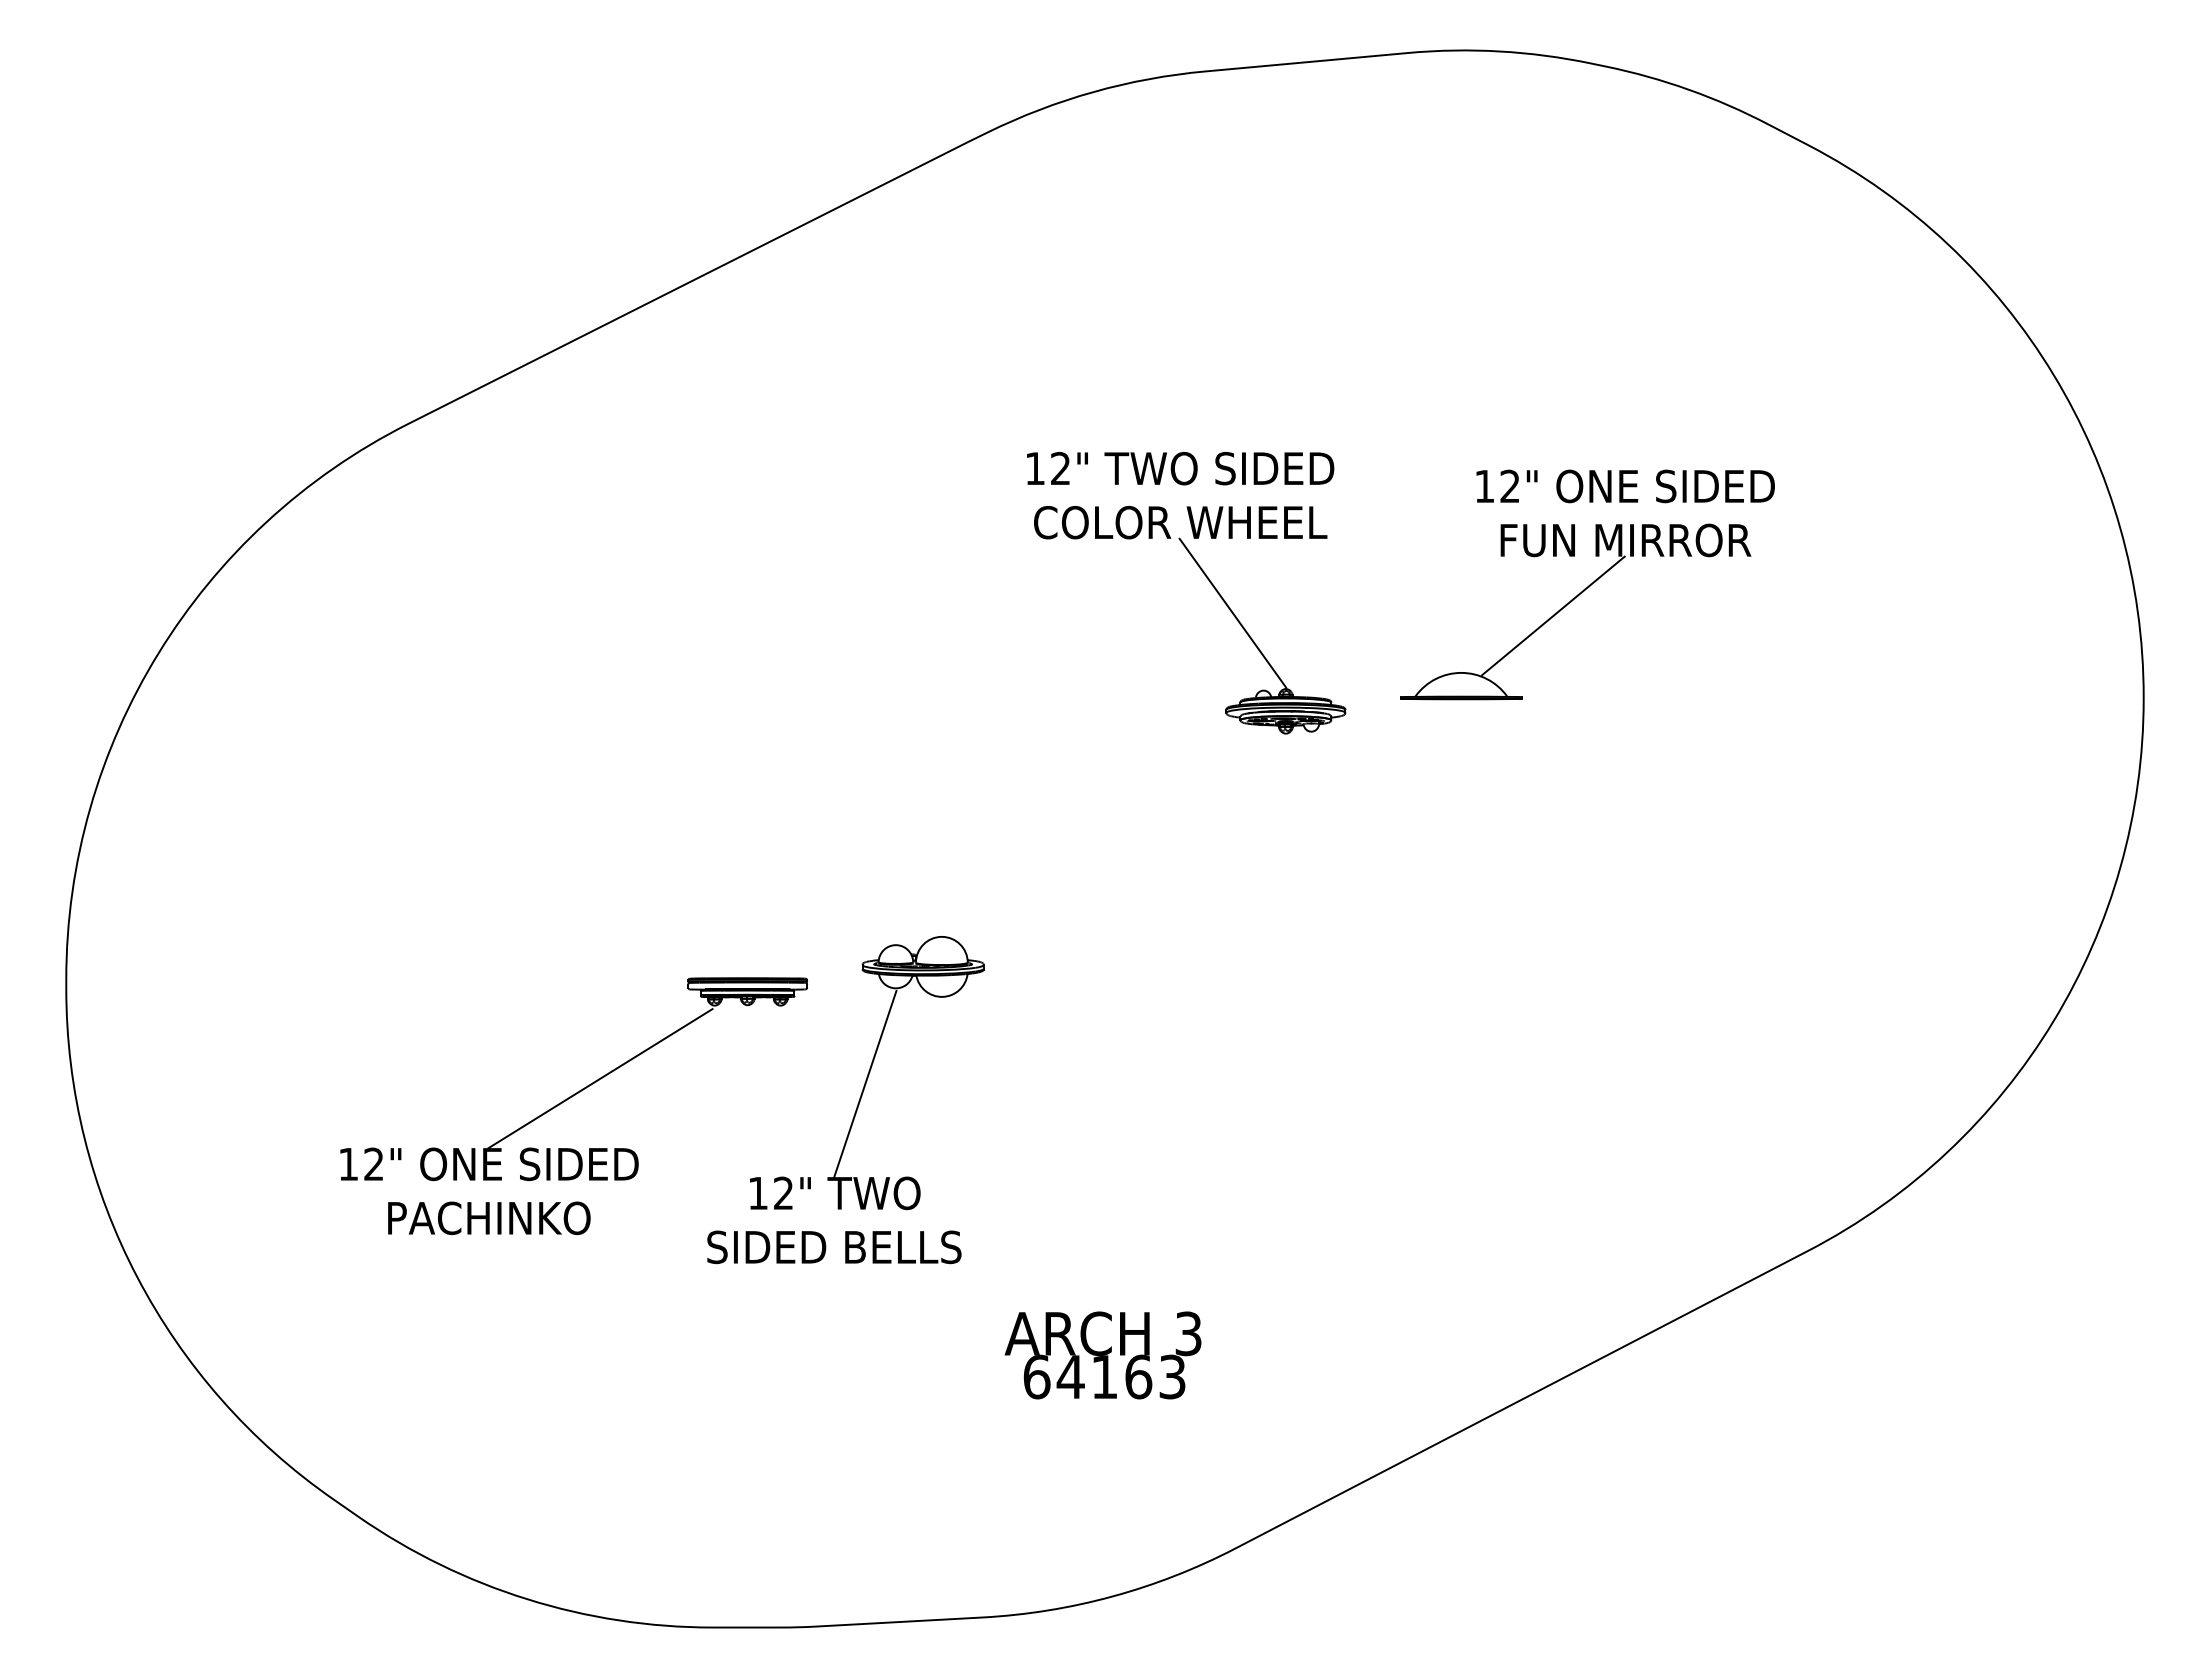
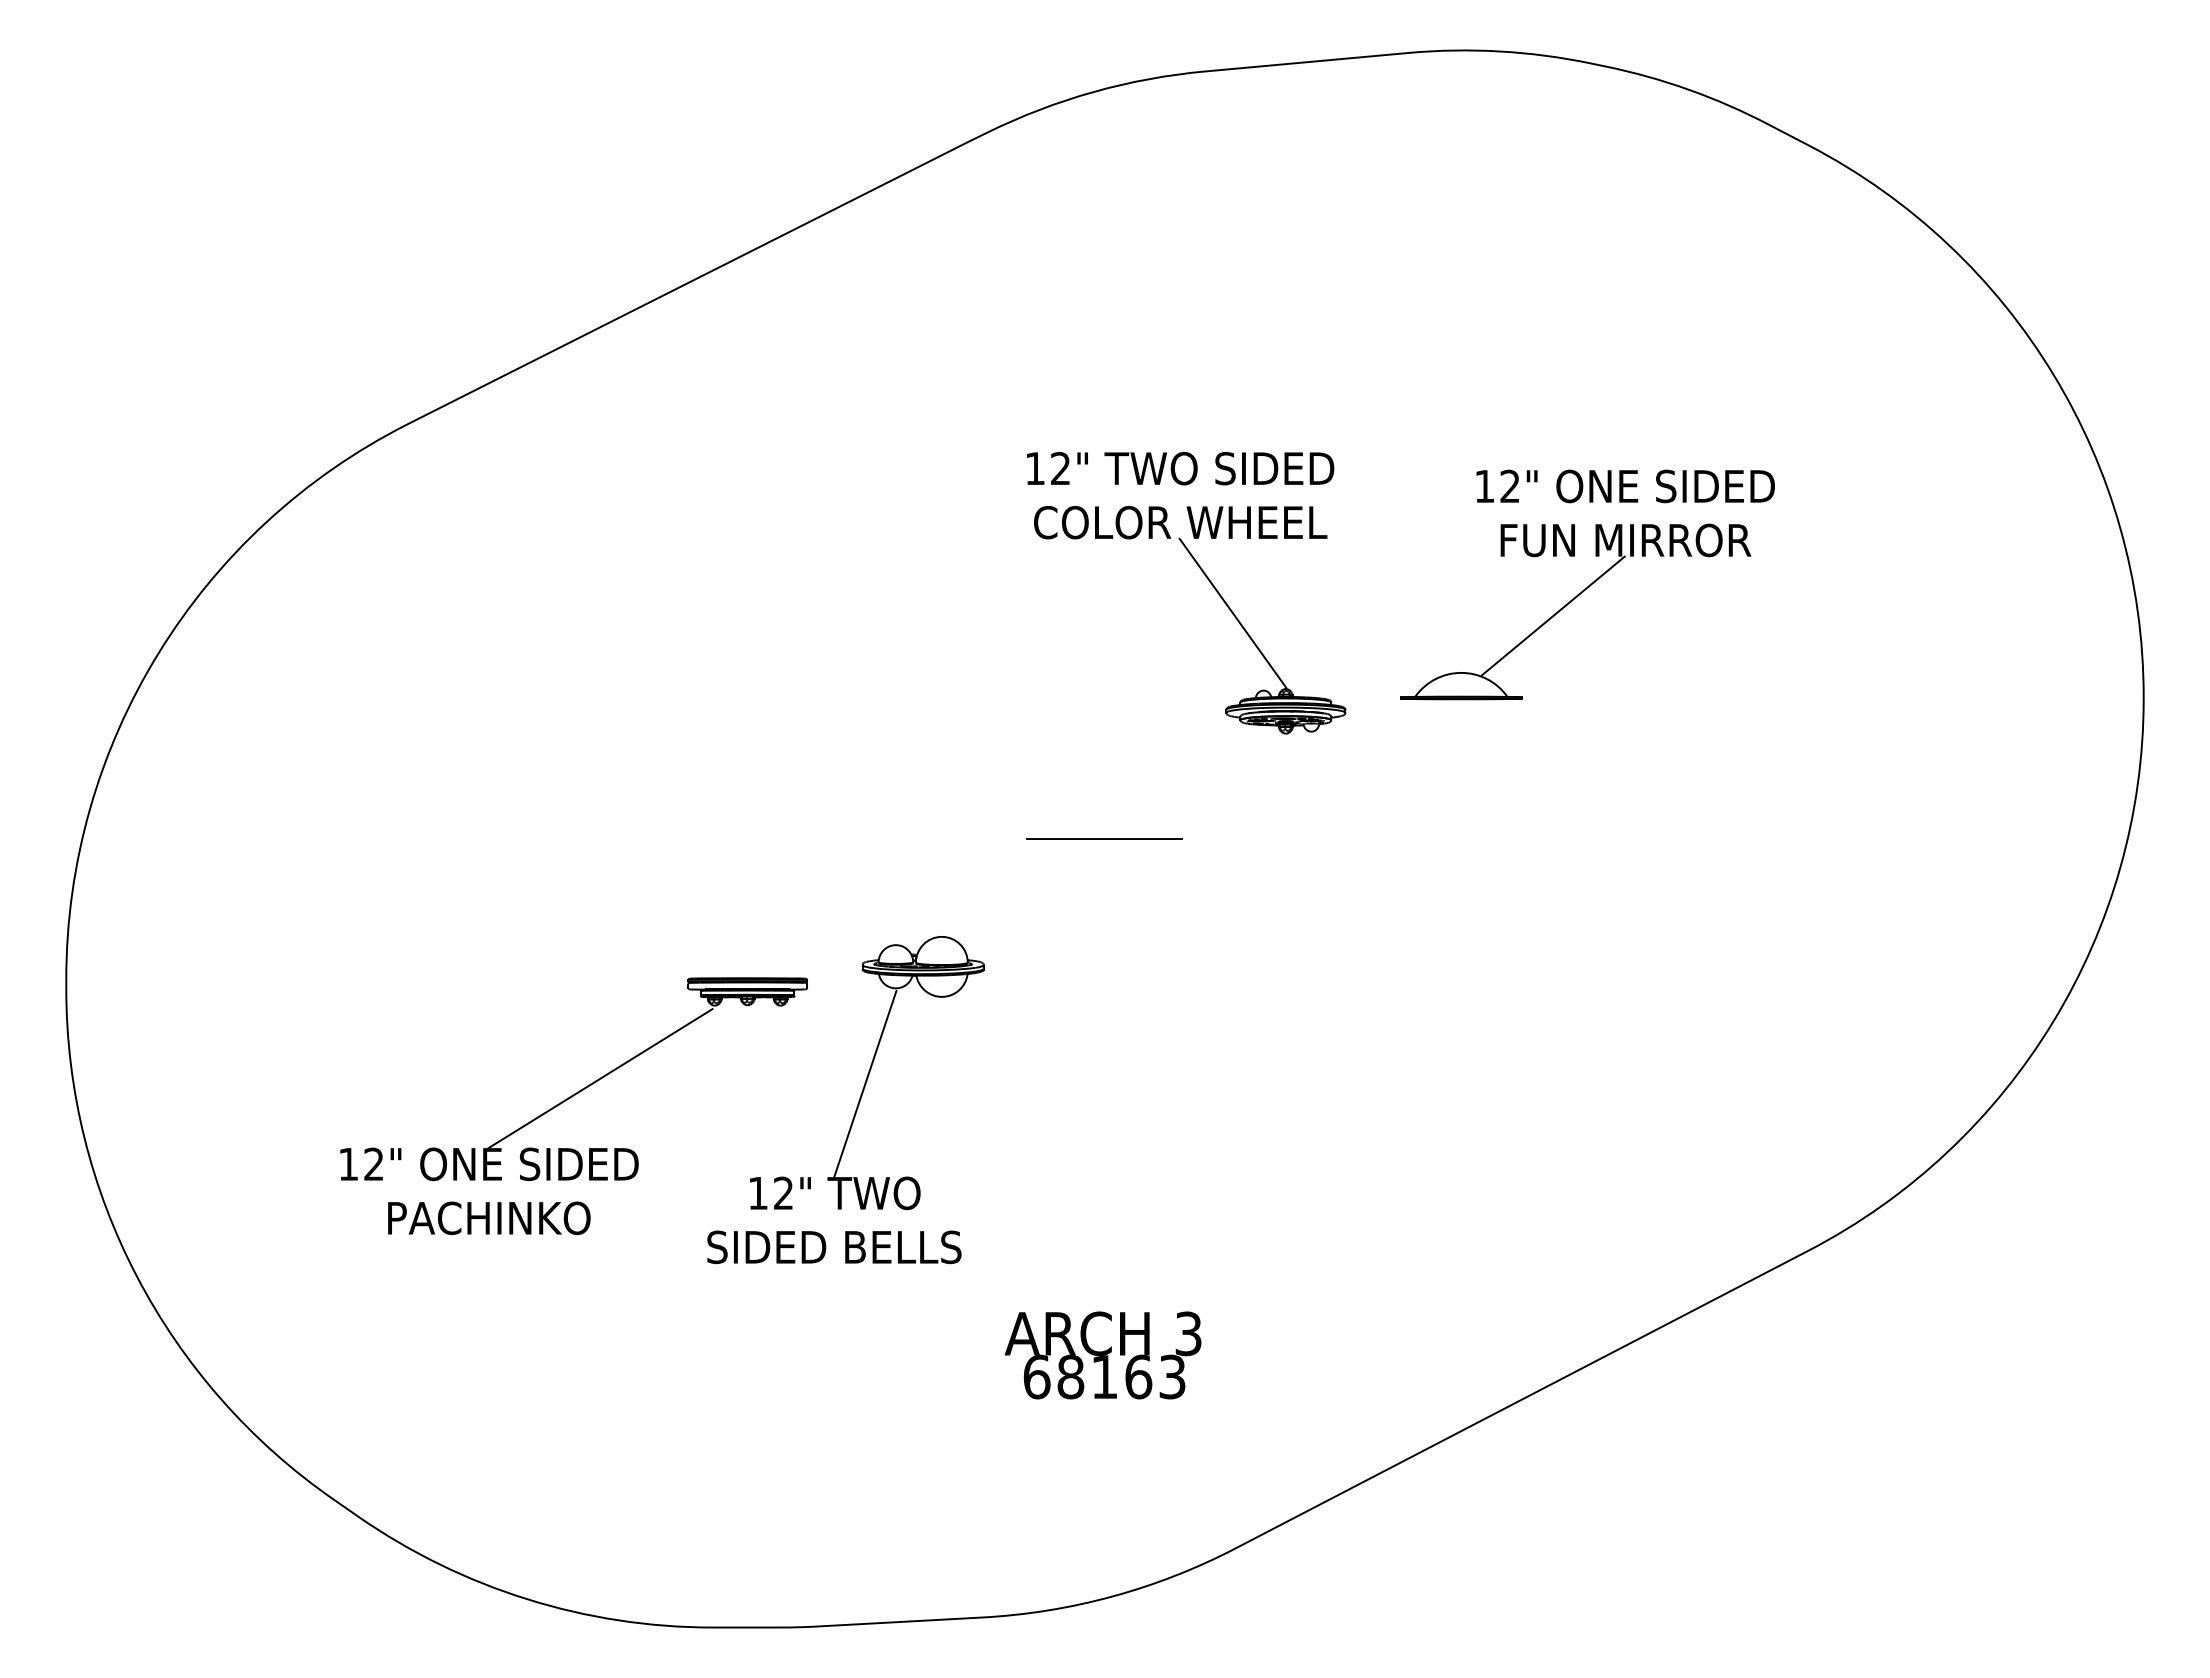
line at (1104, 838): none -> present
text at (1070, 1376): 64163 -> 68163
